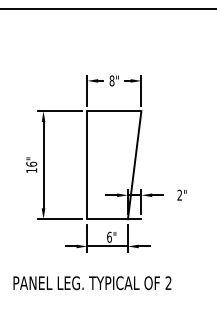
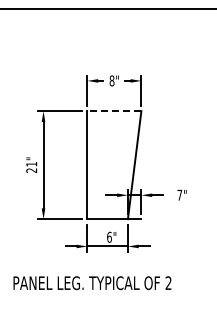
line at (113, 111): solid -> dashed
text at (31, 167): 16" -> 21"
text at (179, 194): 2" -> 7"
